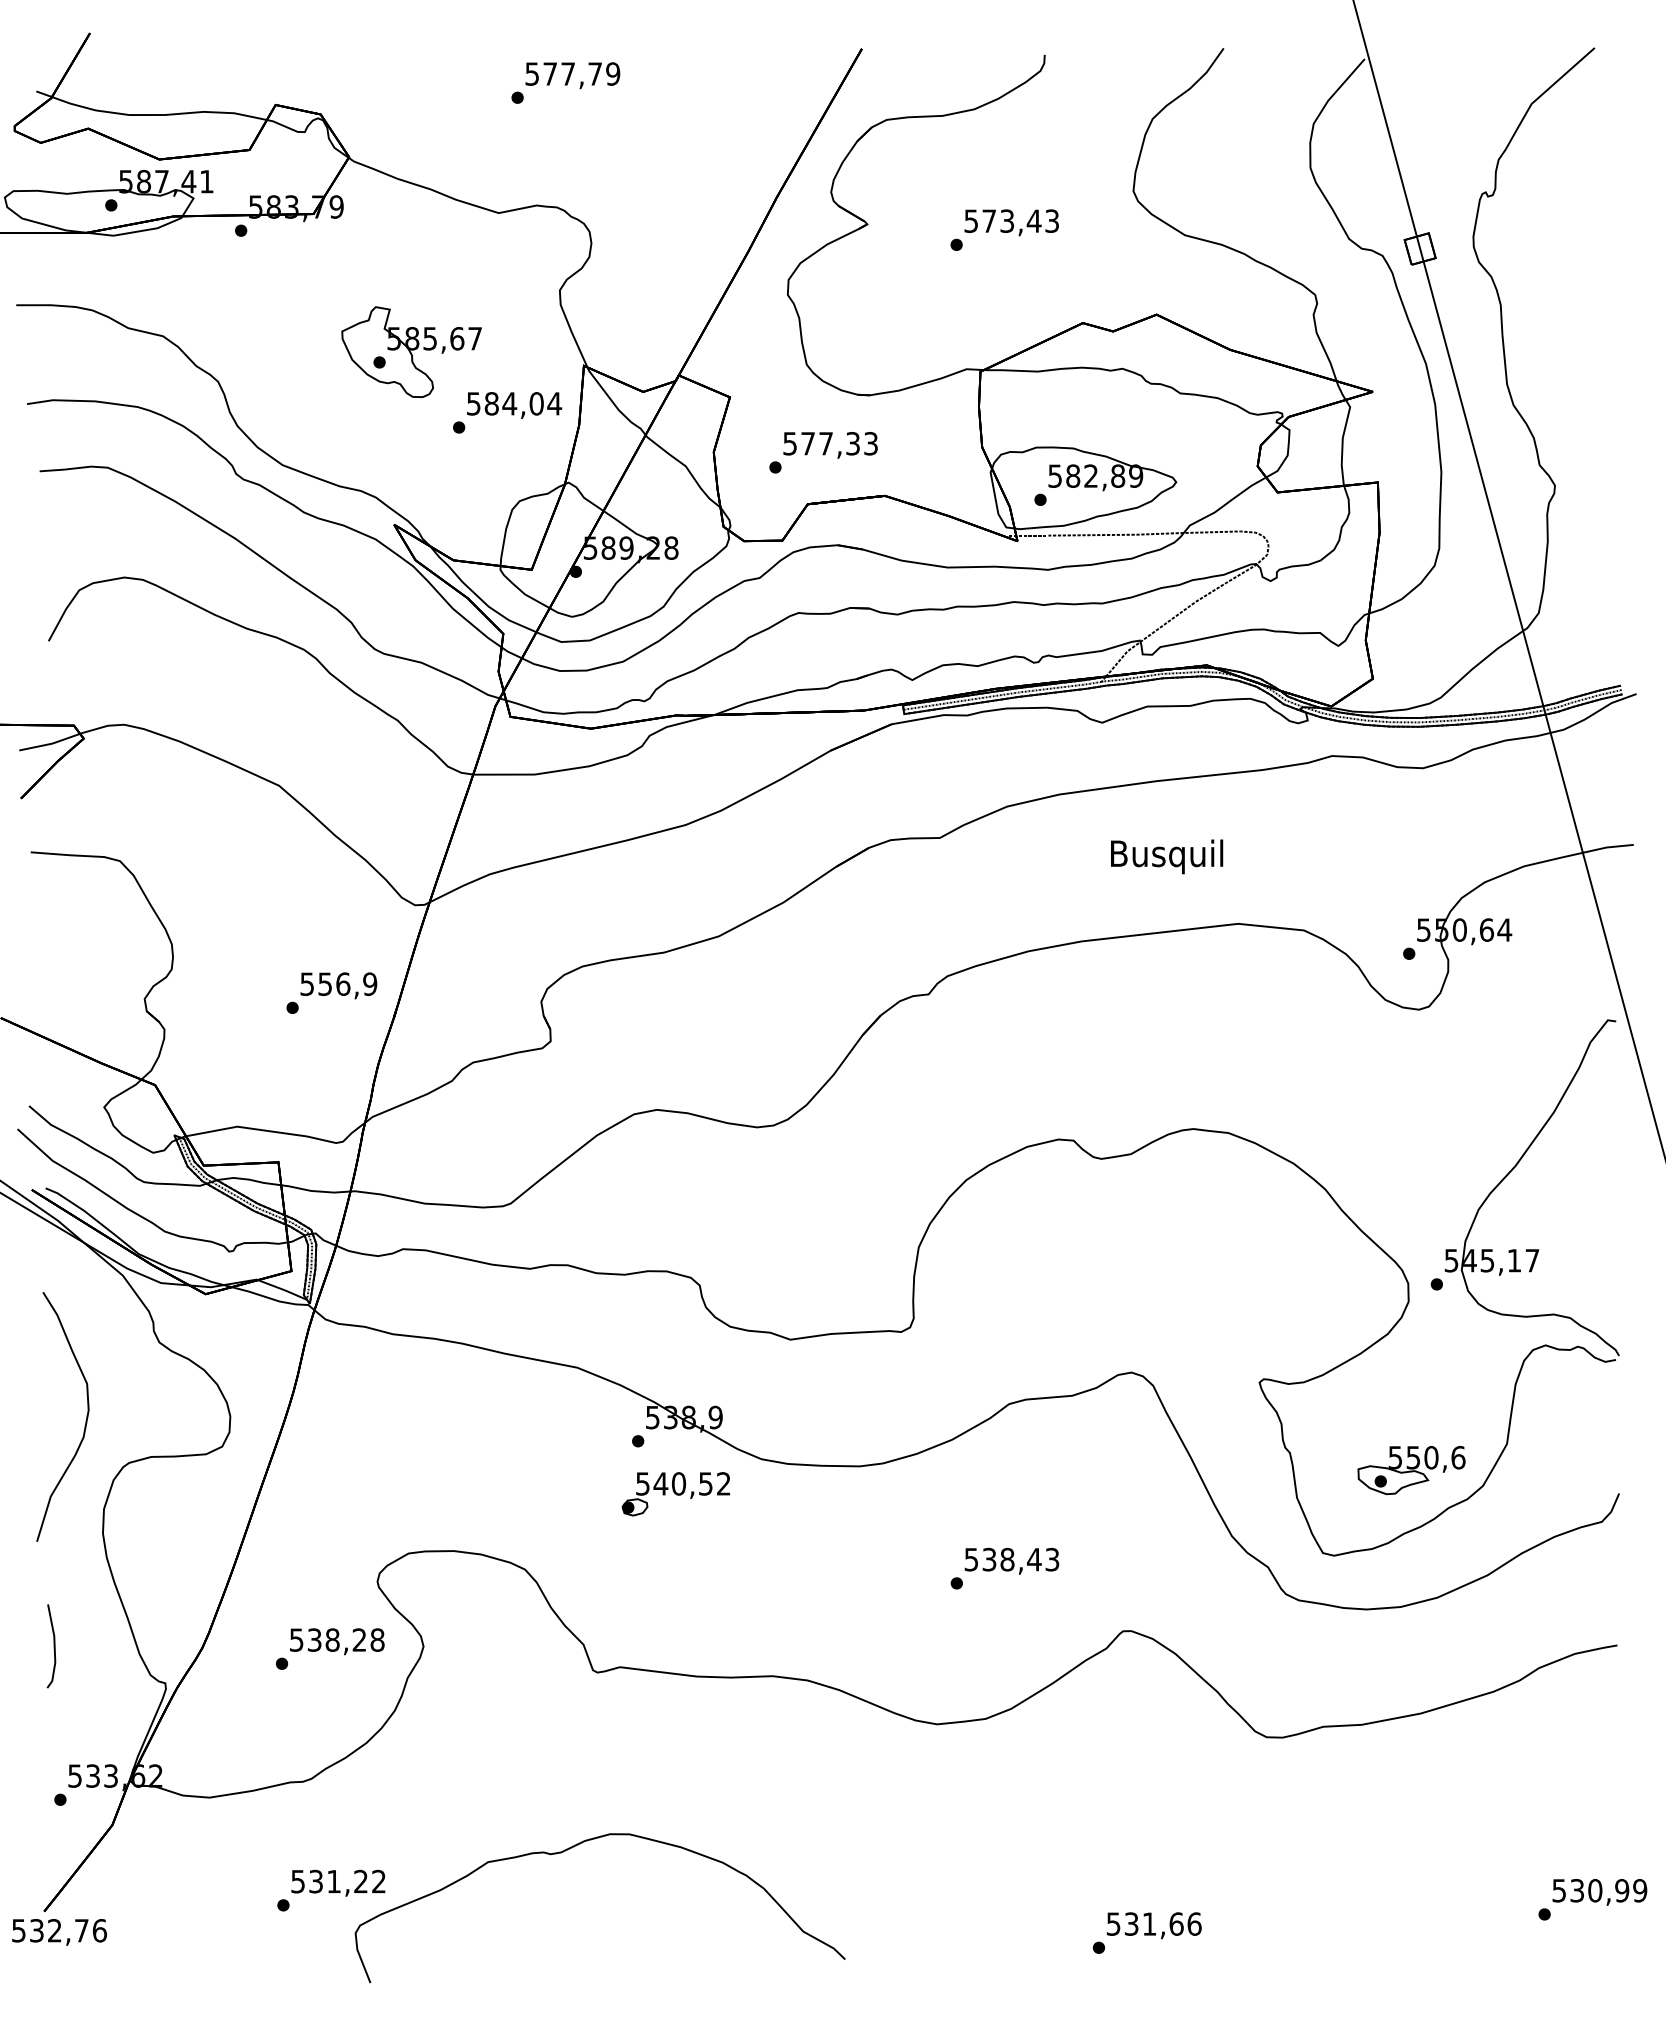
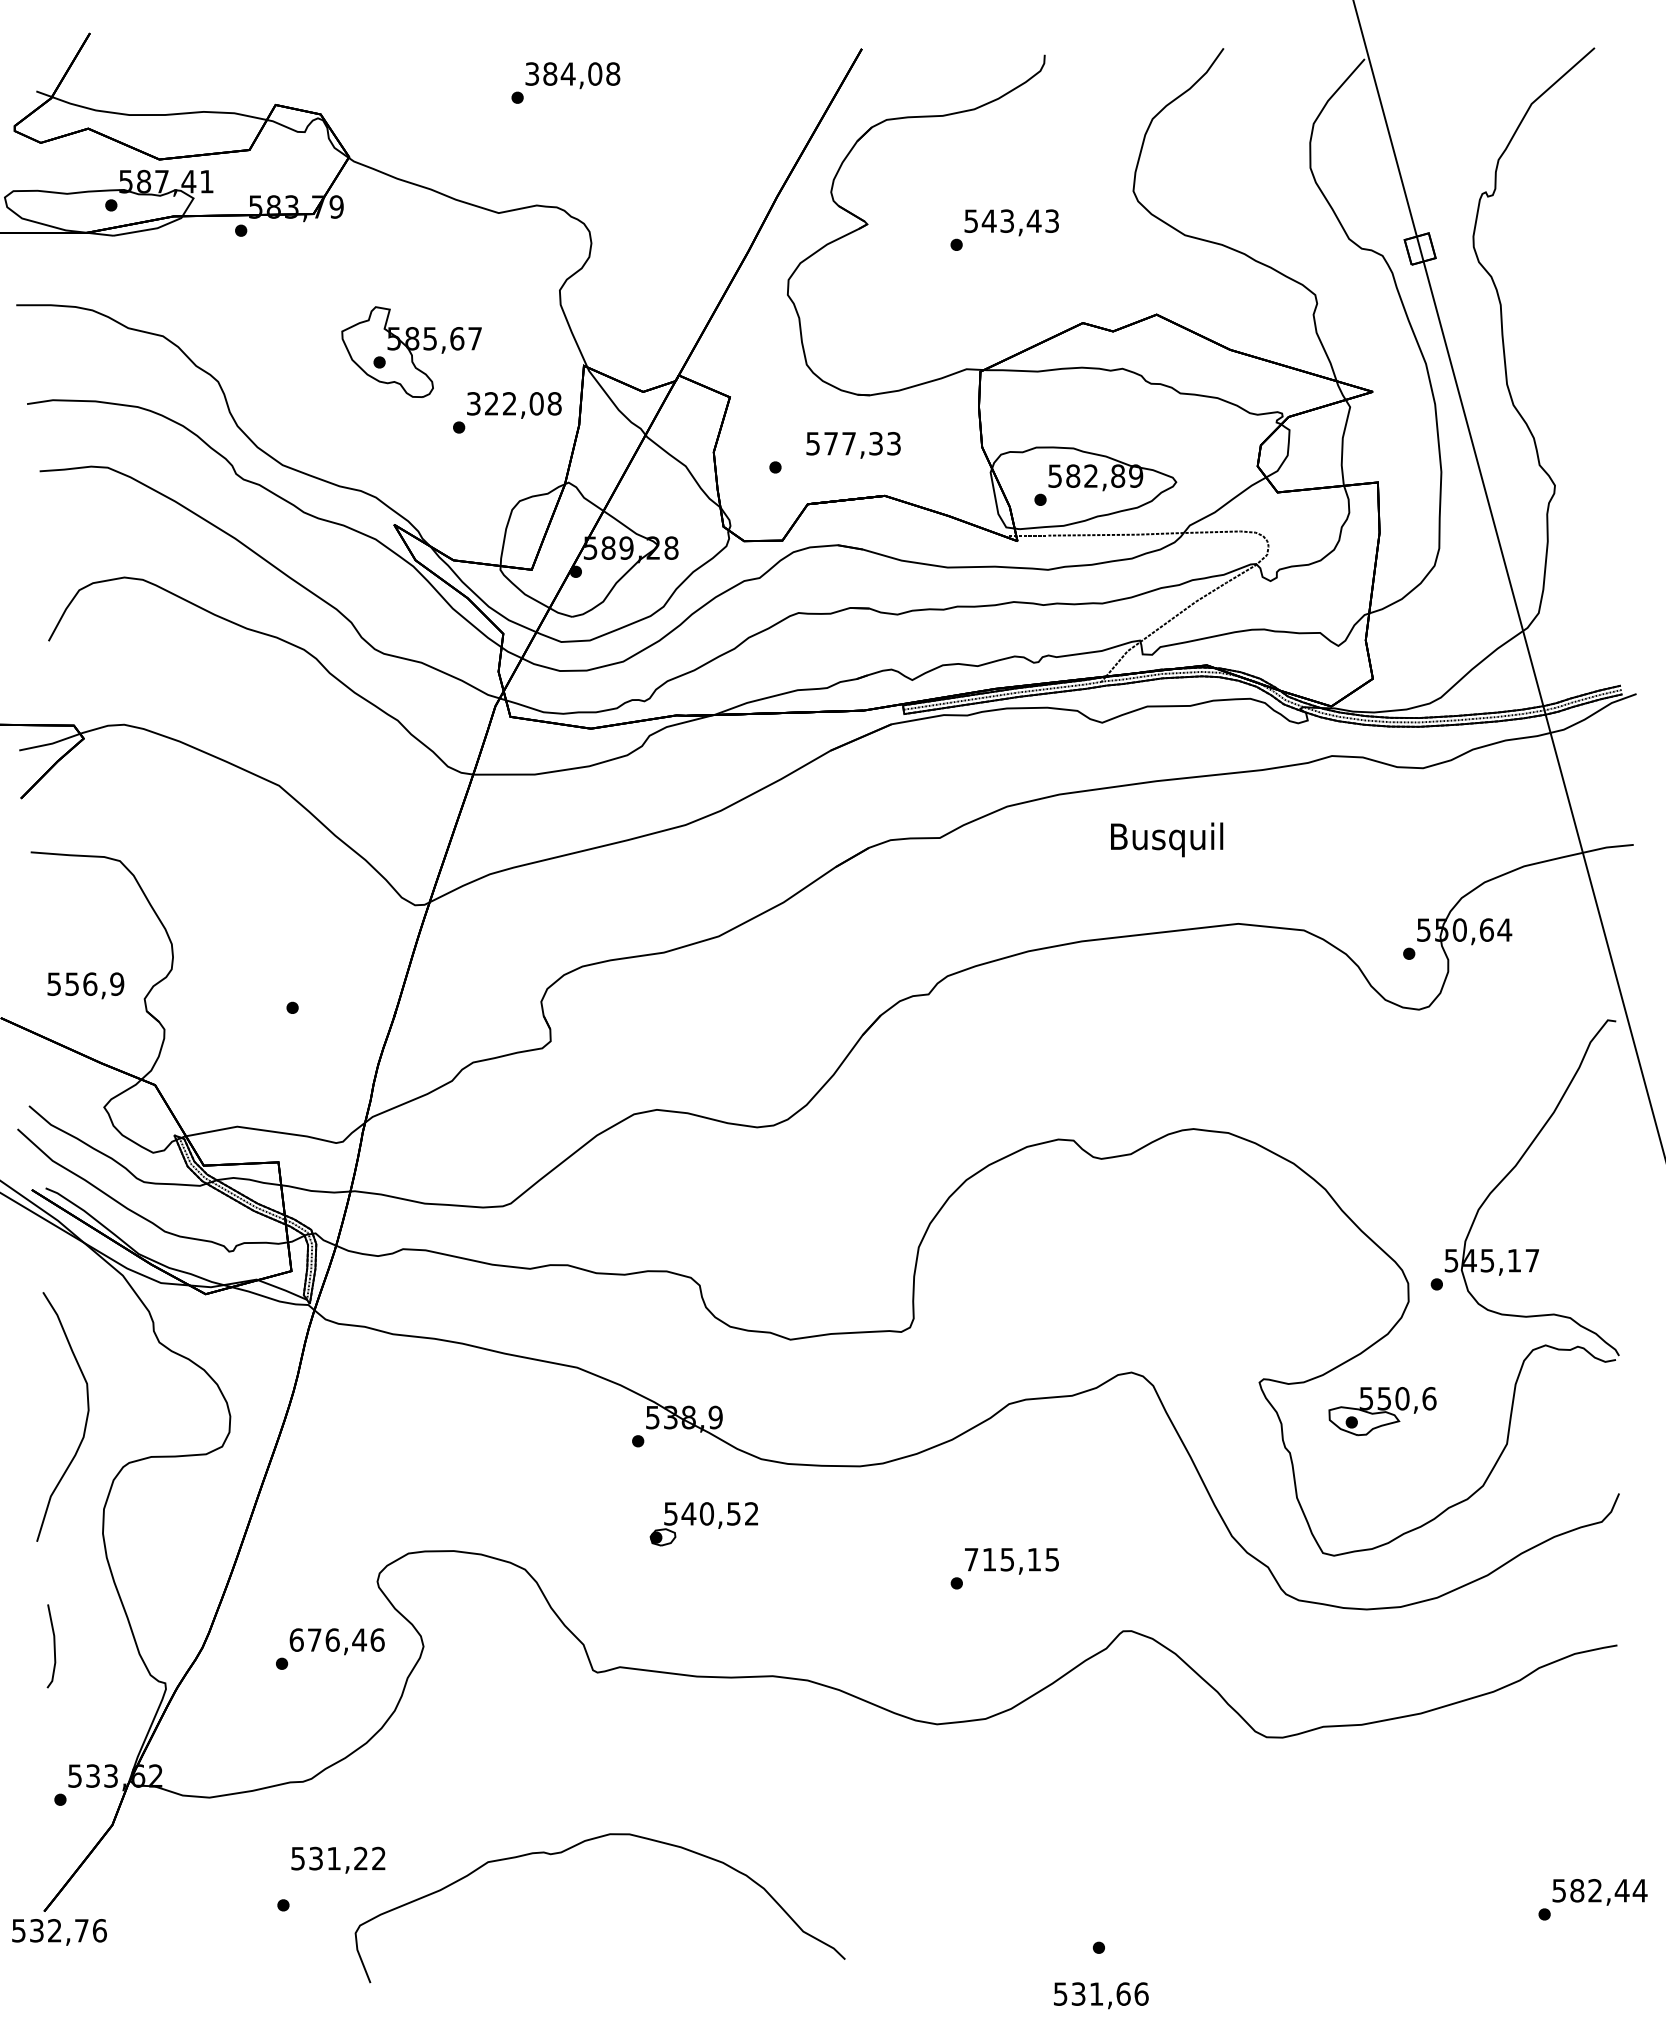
text at (573, 73): 577,79 -> 384,08
text at (988, 220): 573,43 -> 543,43
text at (514, 403): 584,04 -> 322,08
text at (830, 445) position: (830, 445) -> (853, 445)
text at (1167, 856) position: (1167, 856) -> (1167, 839)
text at (338, 985) position: (338, 985) -> (85, 985)
part at (1411, 1470) position: (1411, 1470) -> (1382, 1411)
part at (675, 1494) position: (675, 1494) -> (703, 1524)
text at (1011, 1559): 538,43 -> 715,15
text at (336, 1639): 538,28 -> 676,46
text at (338, 1882) position: (338, 1882) -> (338, 1859)
text at (1608, 1890): 530,99 -> 582,44
text at (1154, 1925) position: (1154, 1925) -> (1101, 1995)
